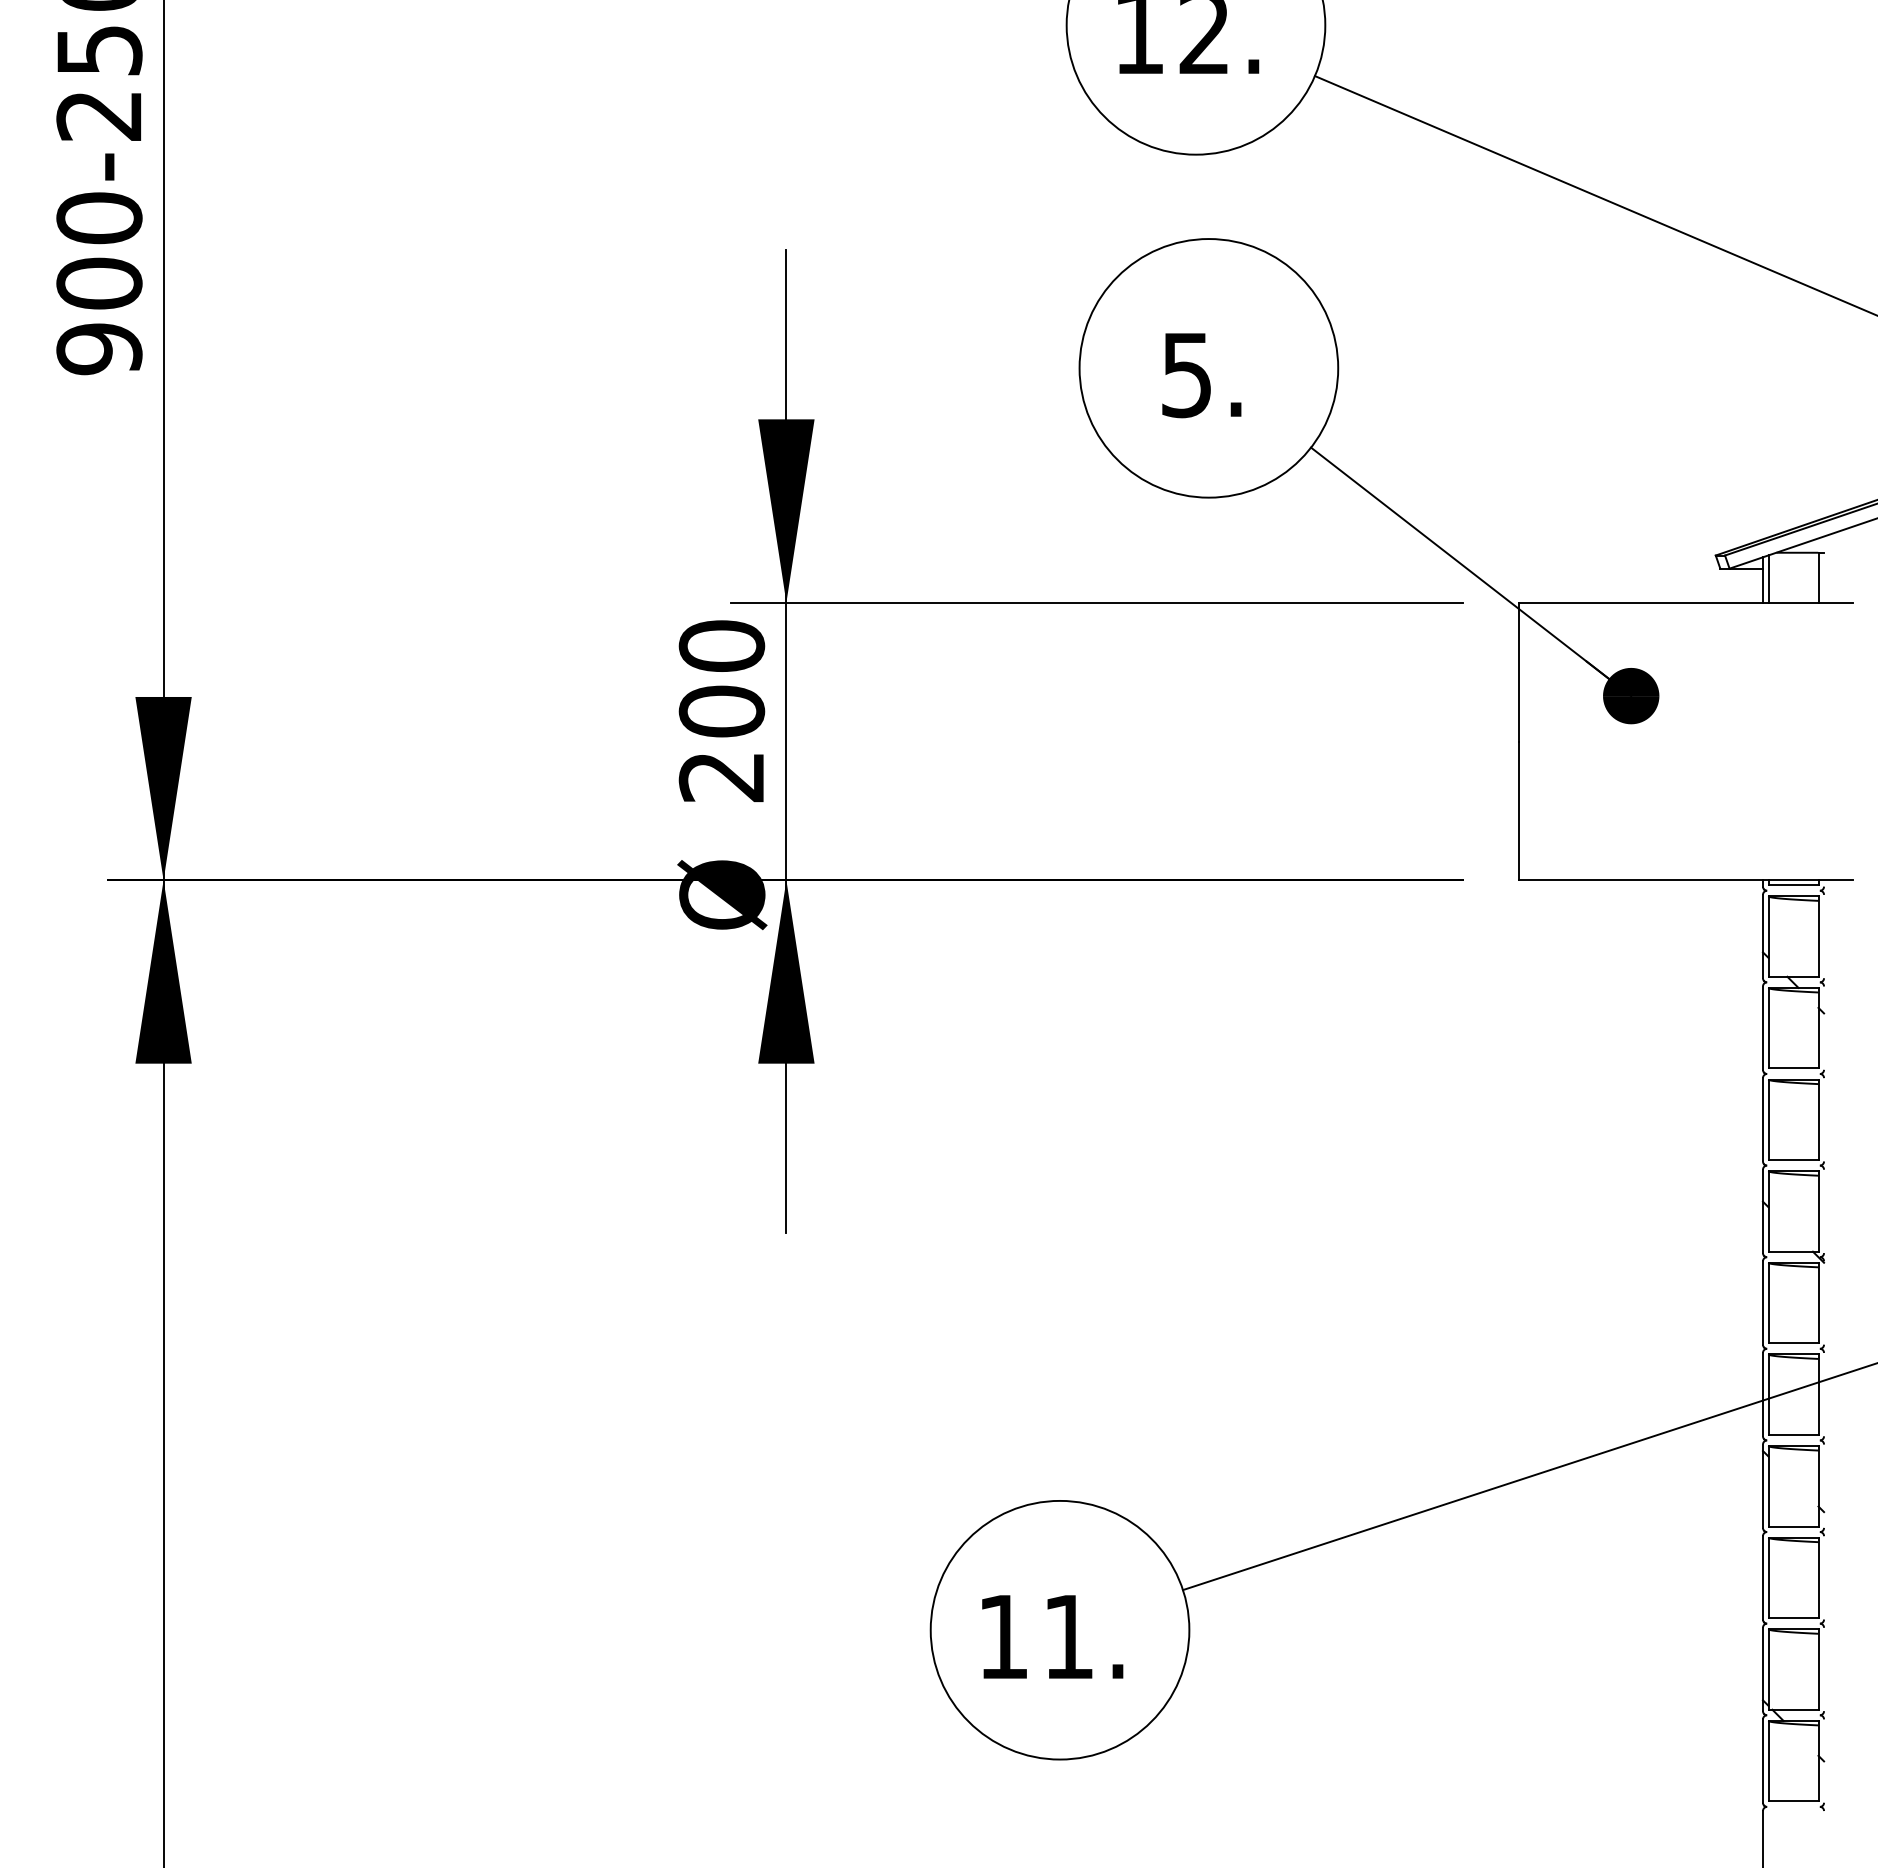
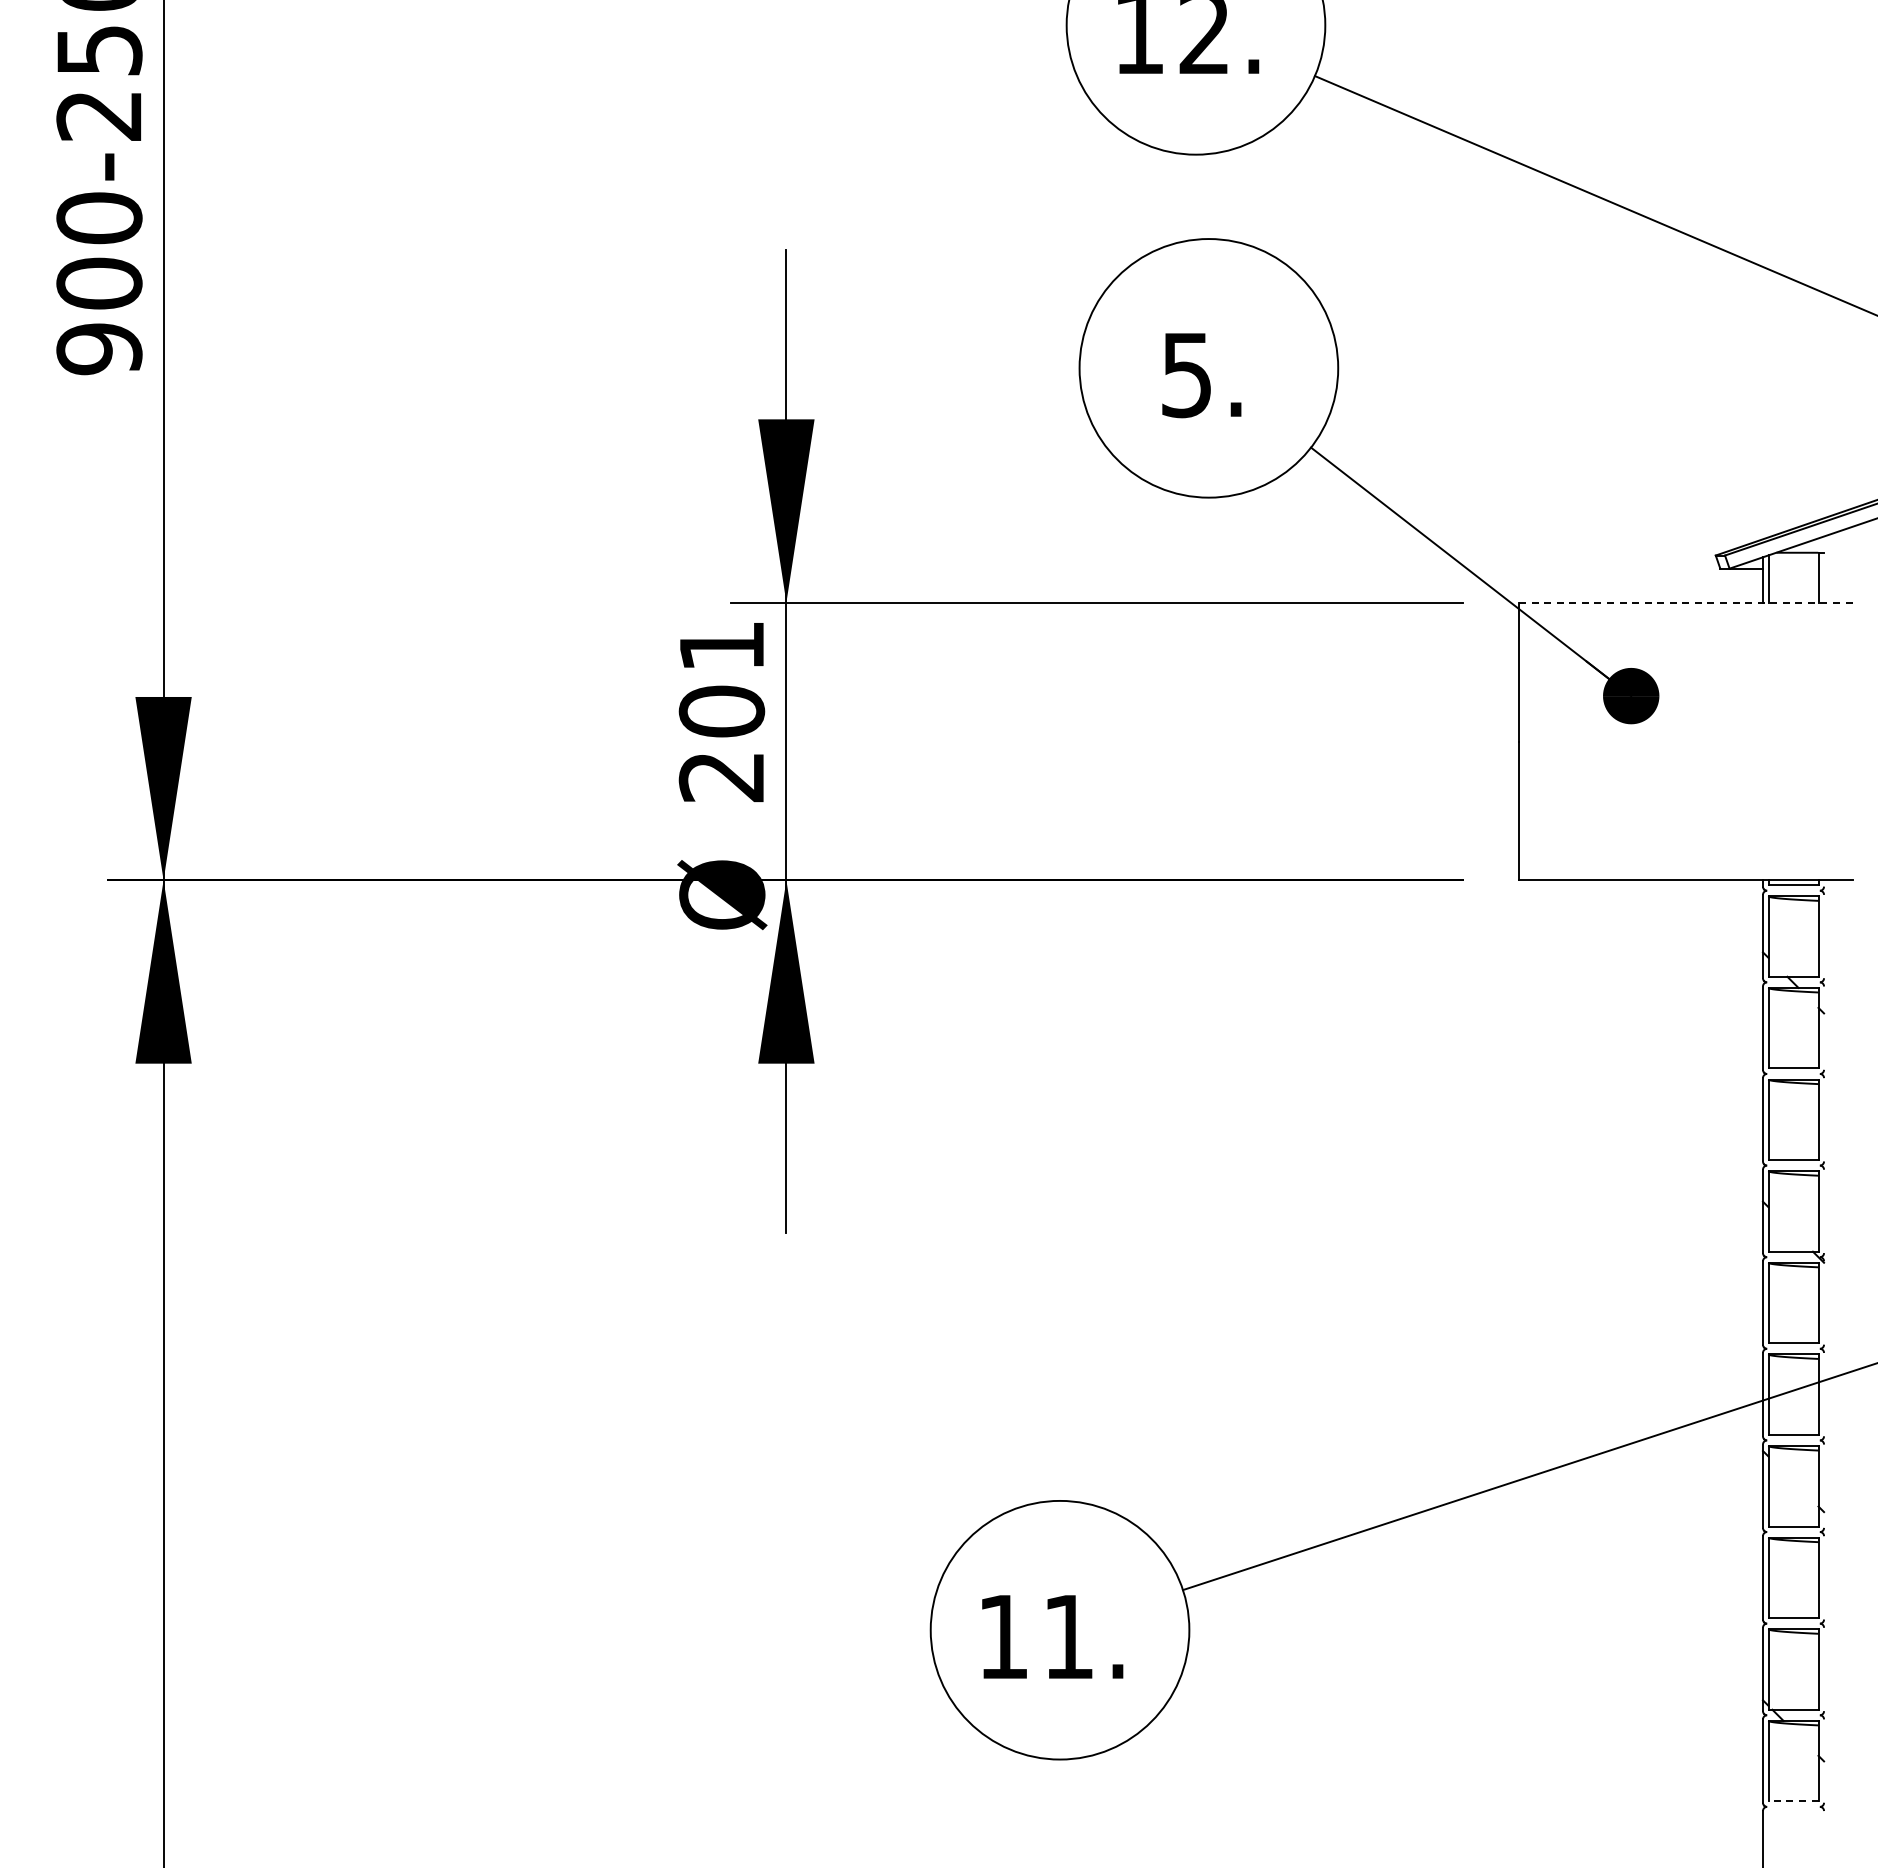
line at (1685, 602): solid -> dashed
text at (721, 645): 200 -> 201
line at (1793, 1801): solid -> dashed
